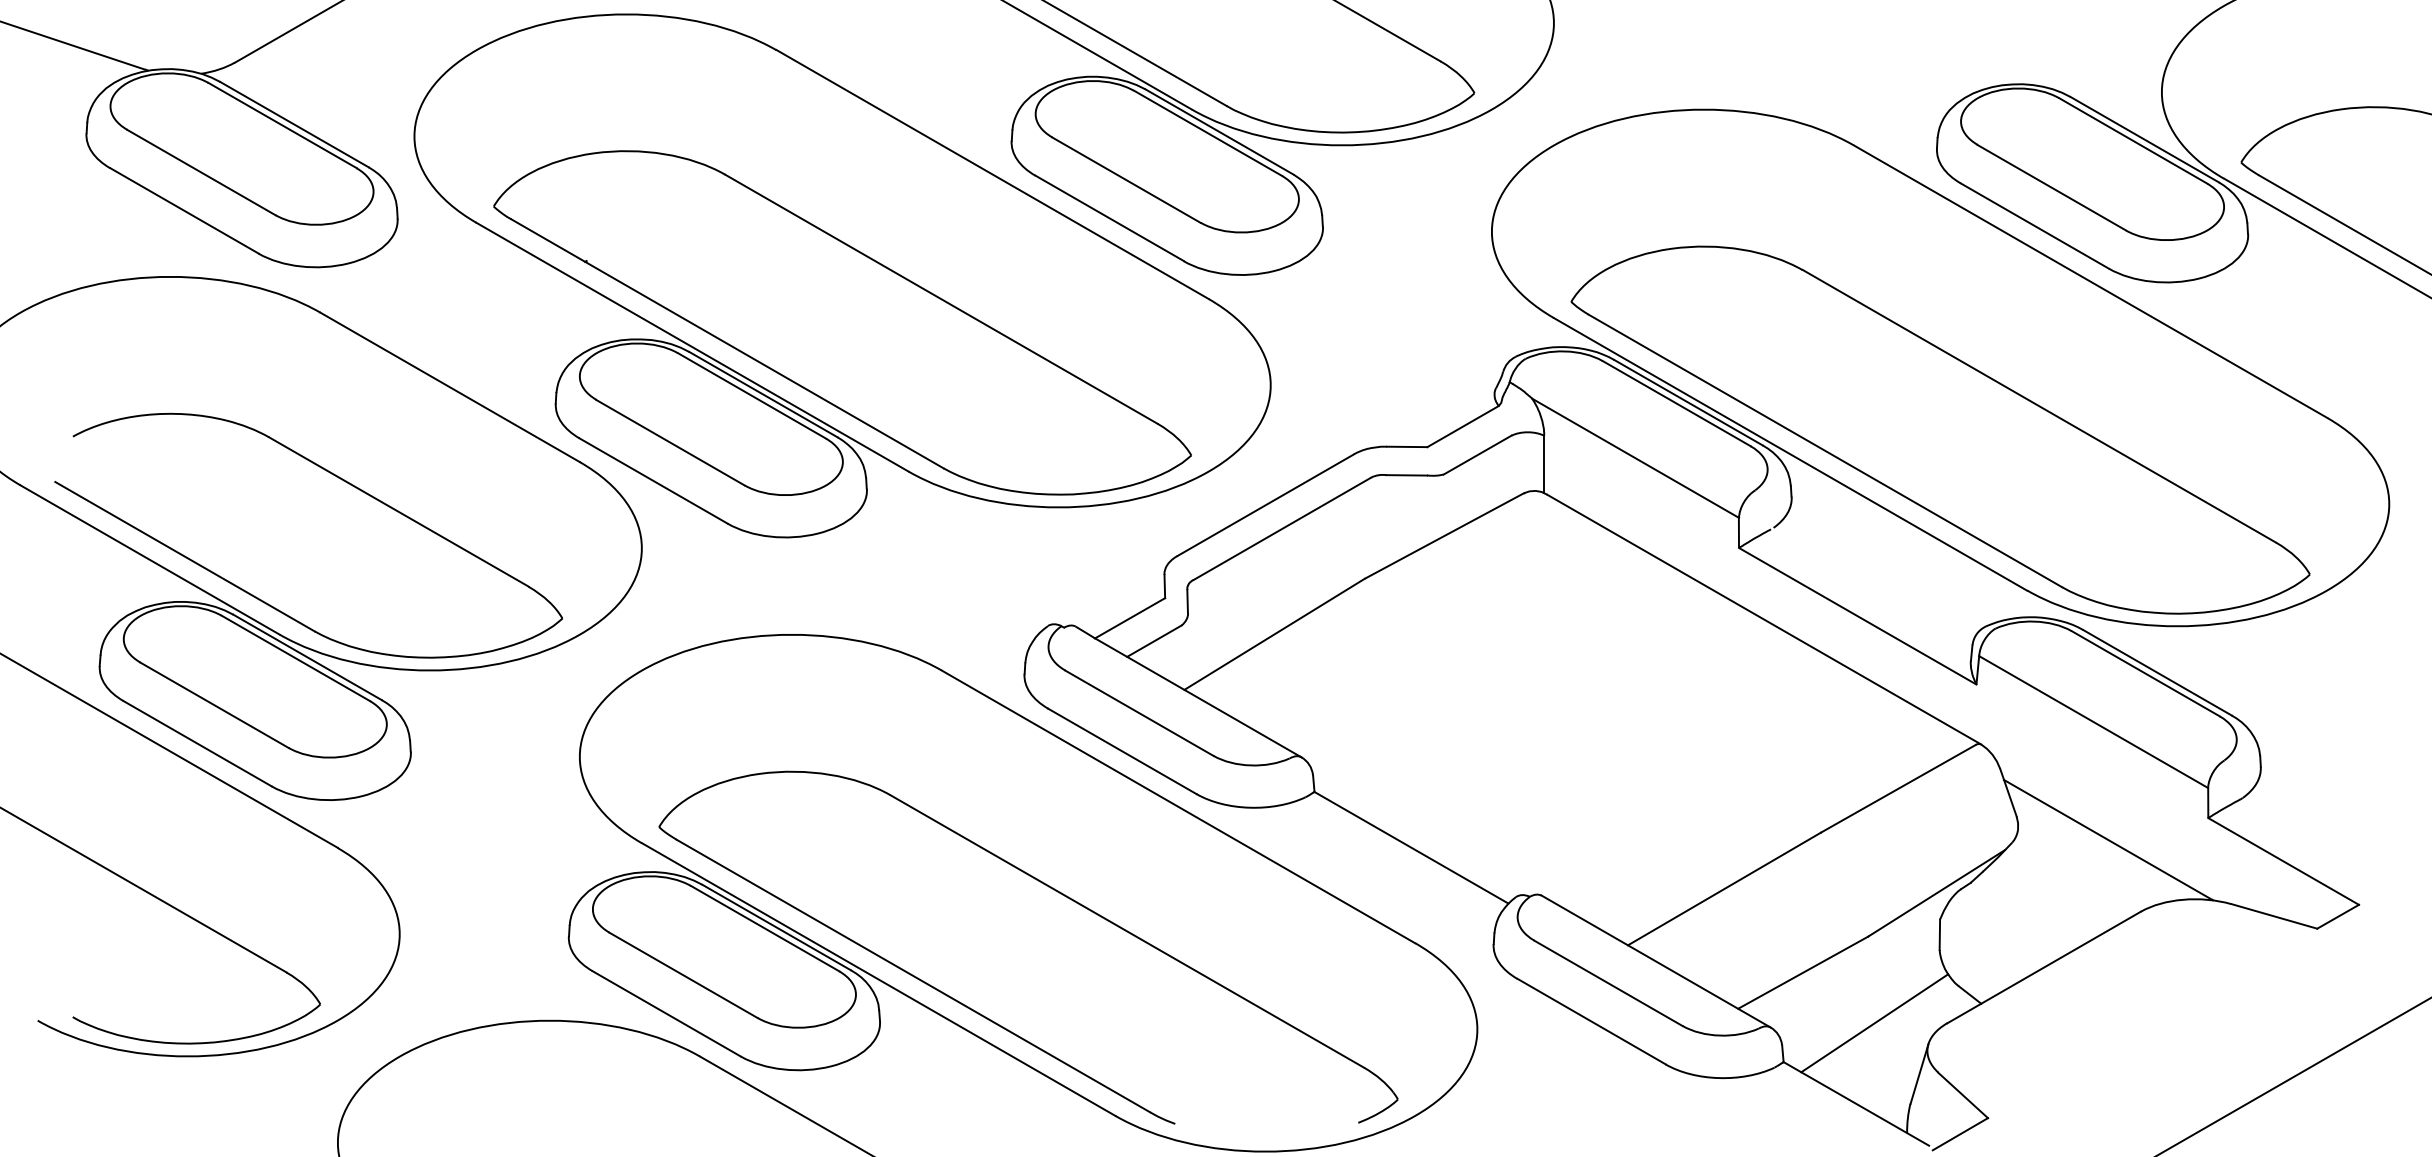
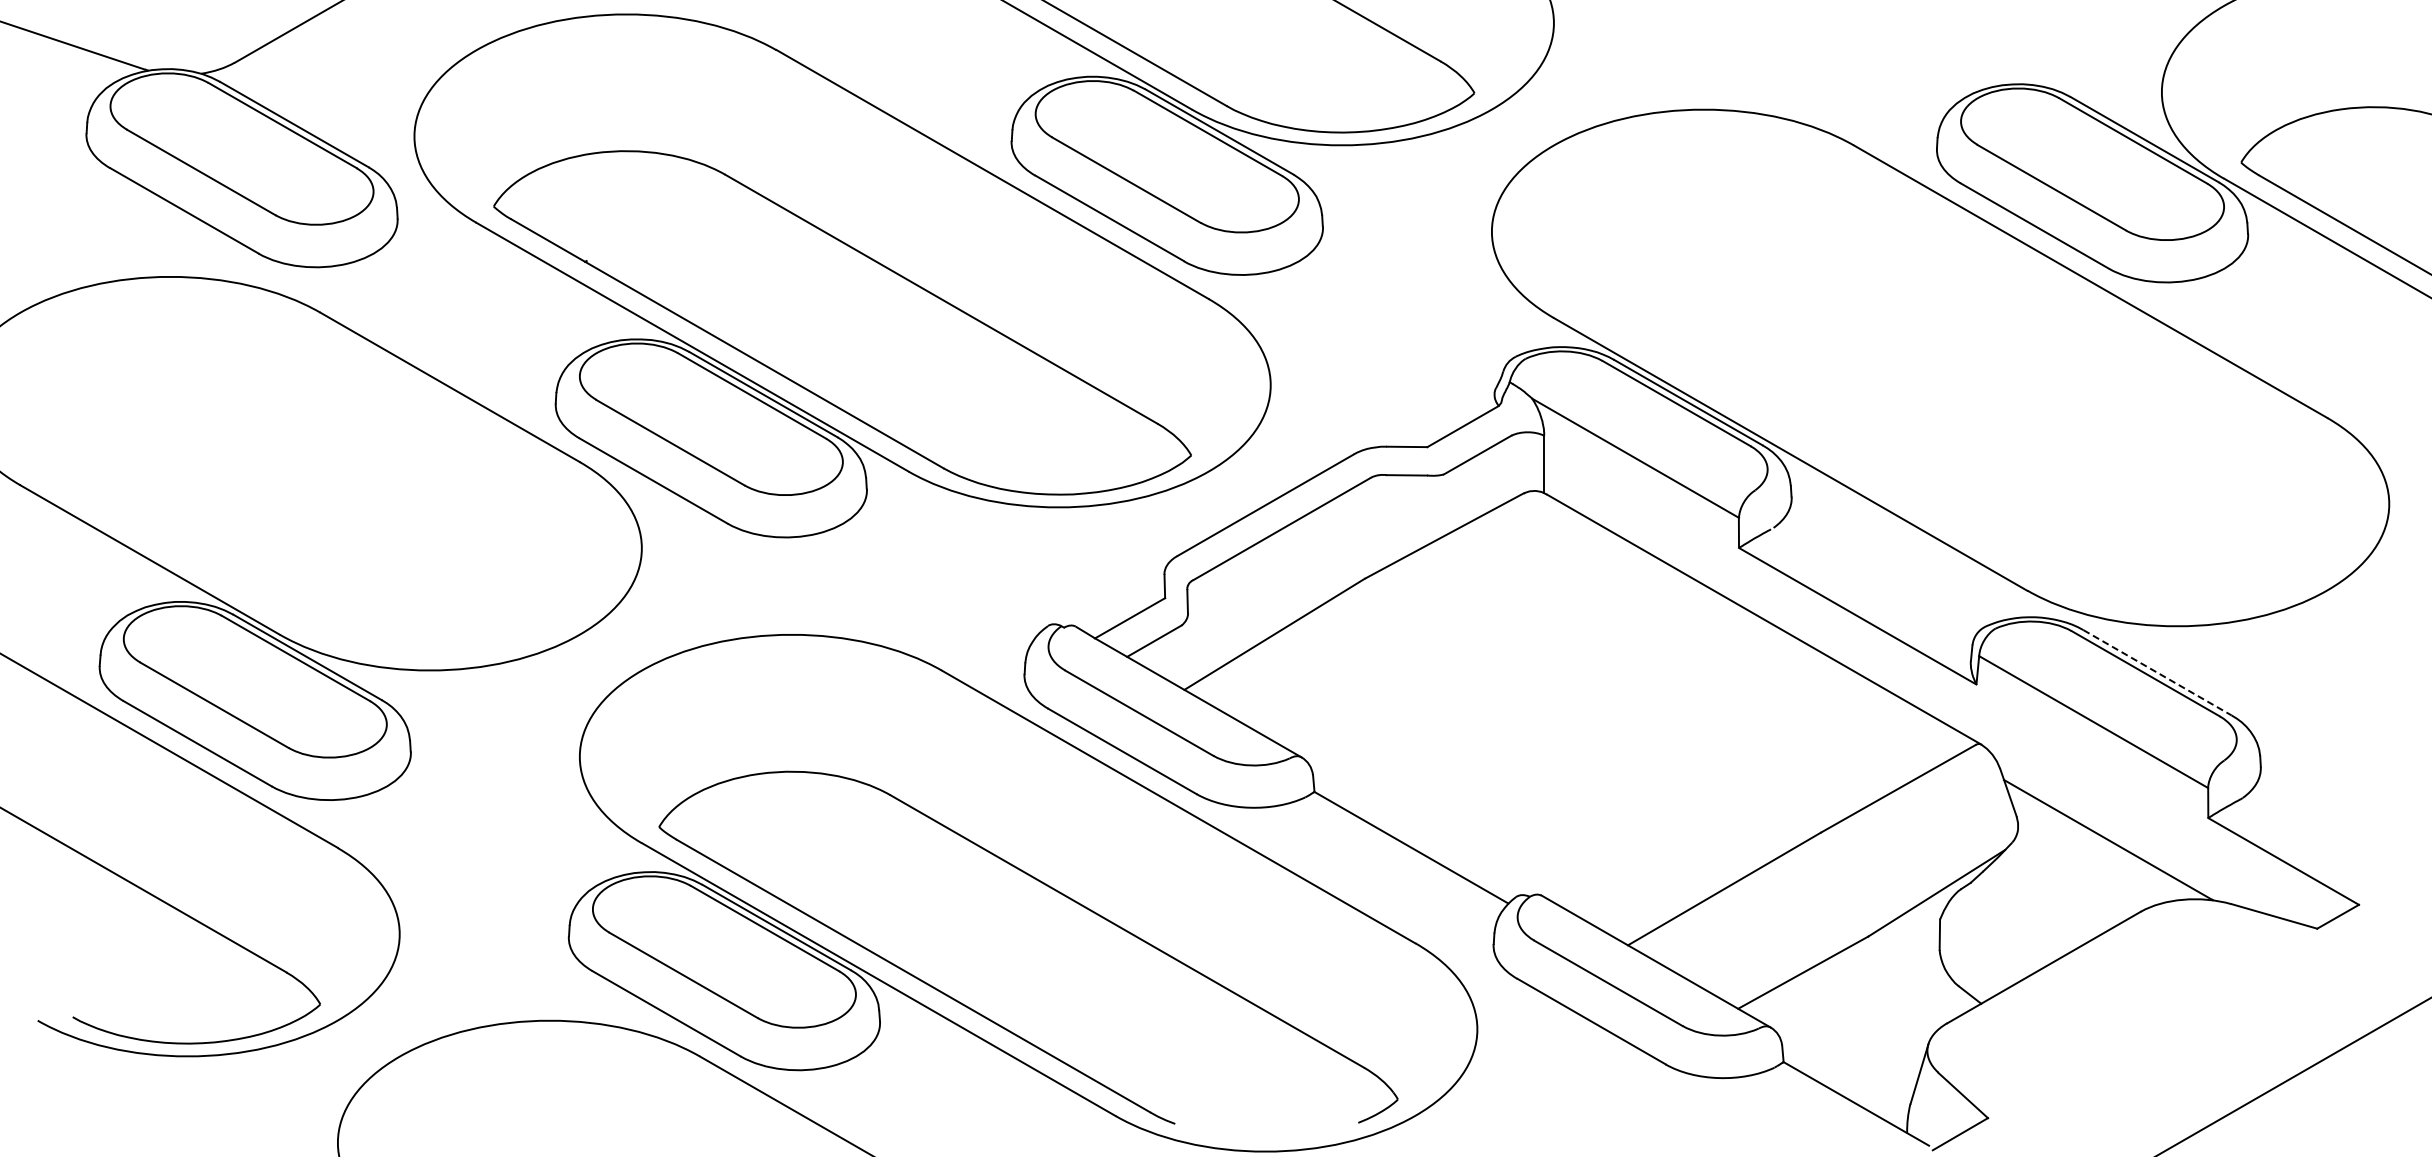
part at (1940, 429): present -> none
part at (343, 481): present -> none
line at (2157, 673): solid -> dashed
line at (1874, 1023): present -> none
